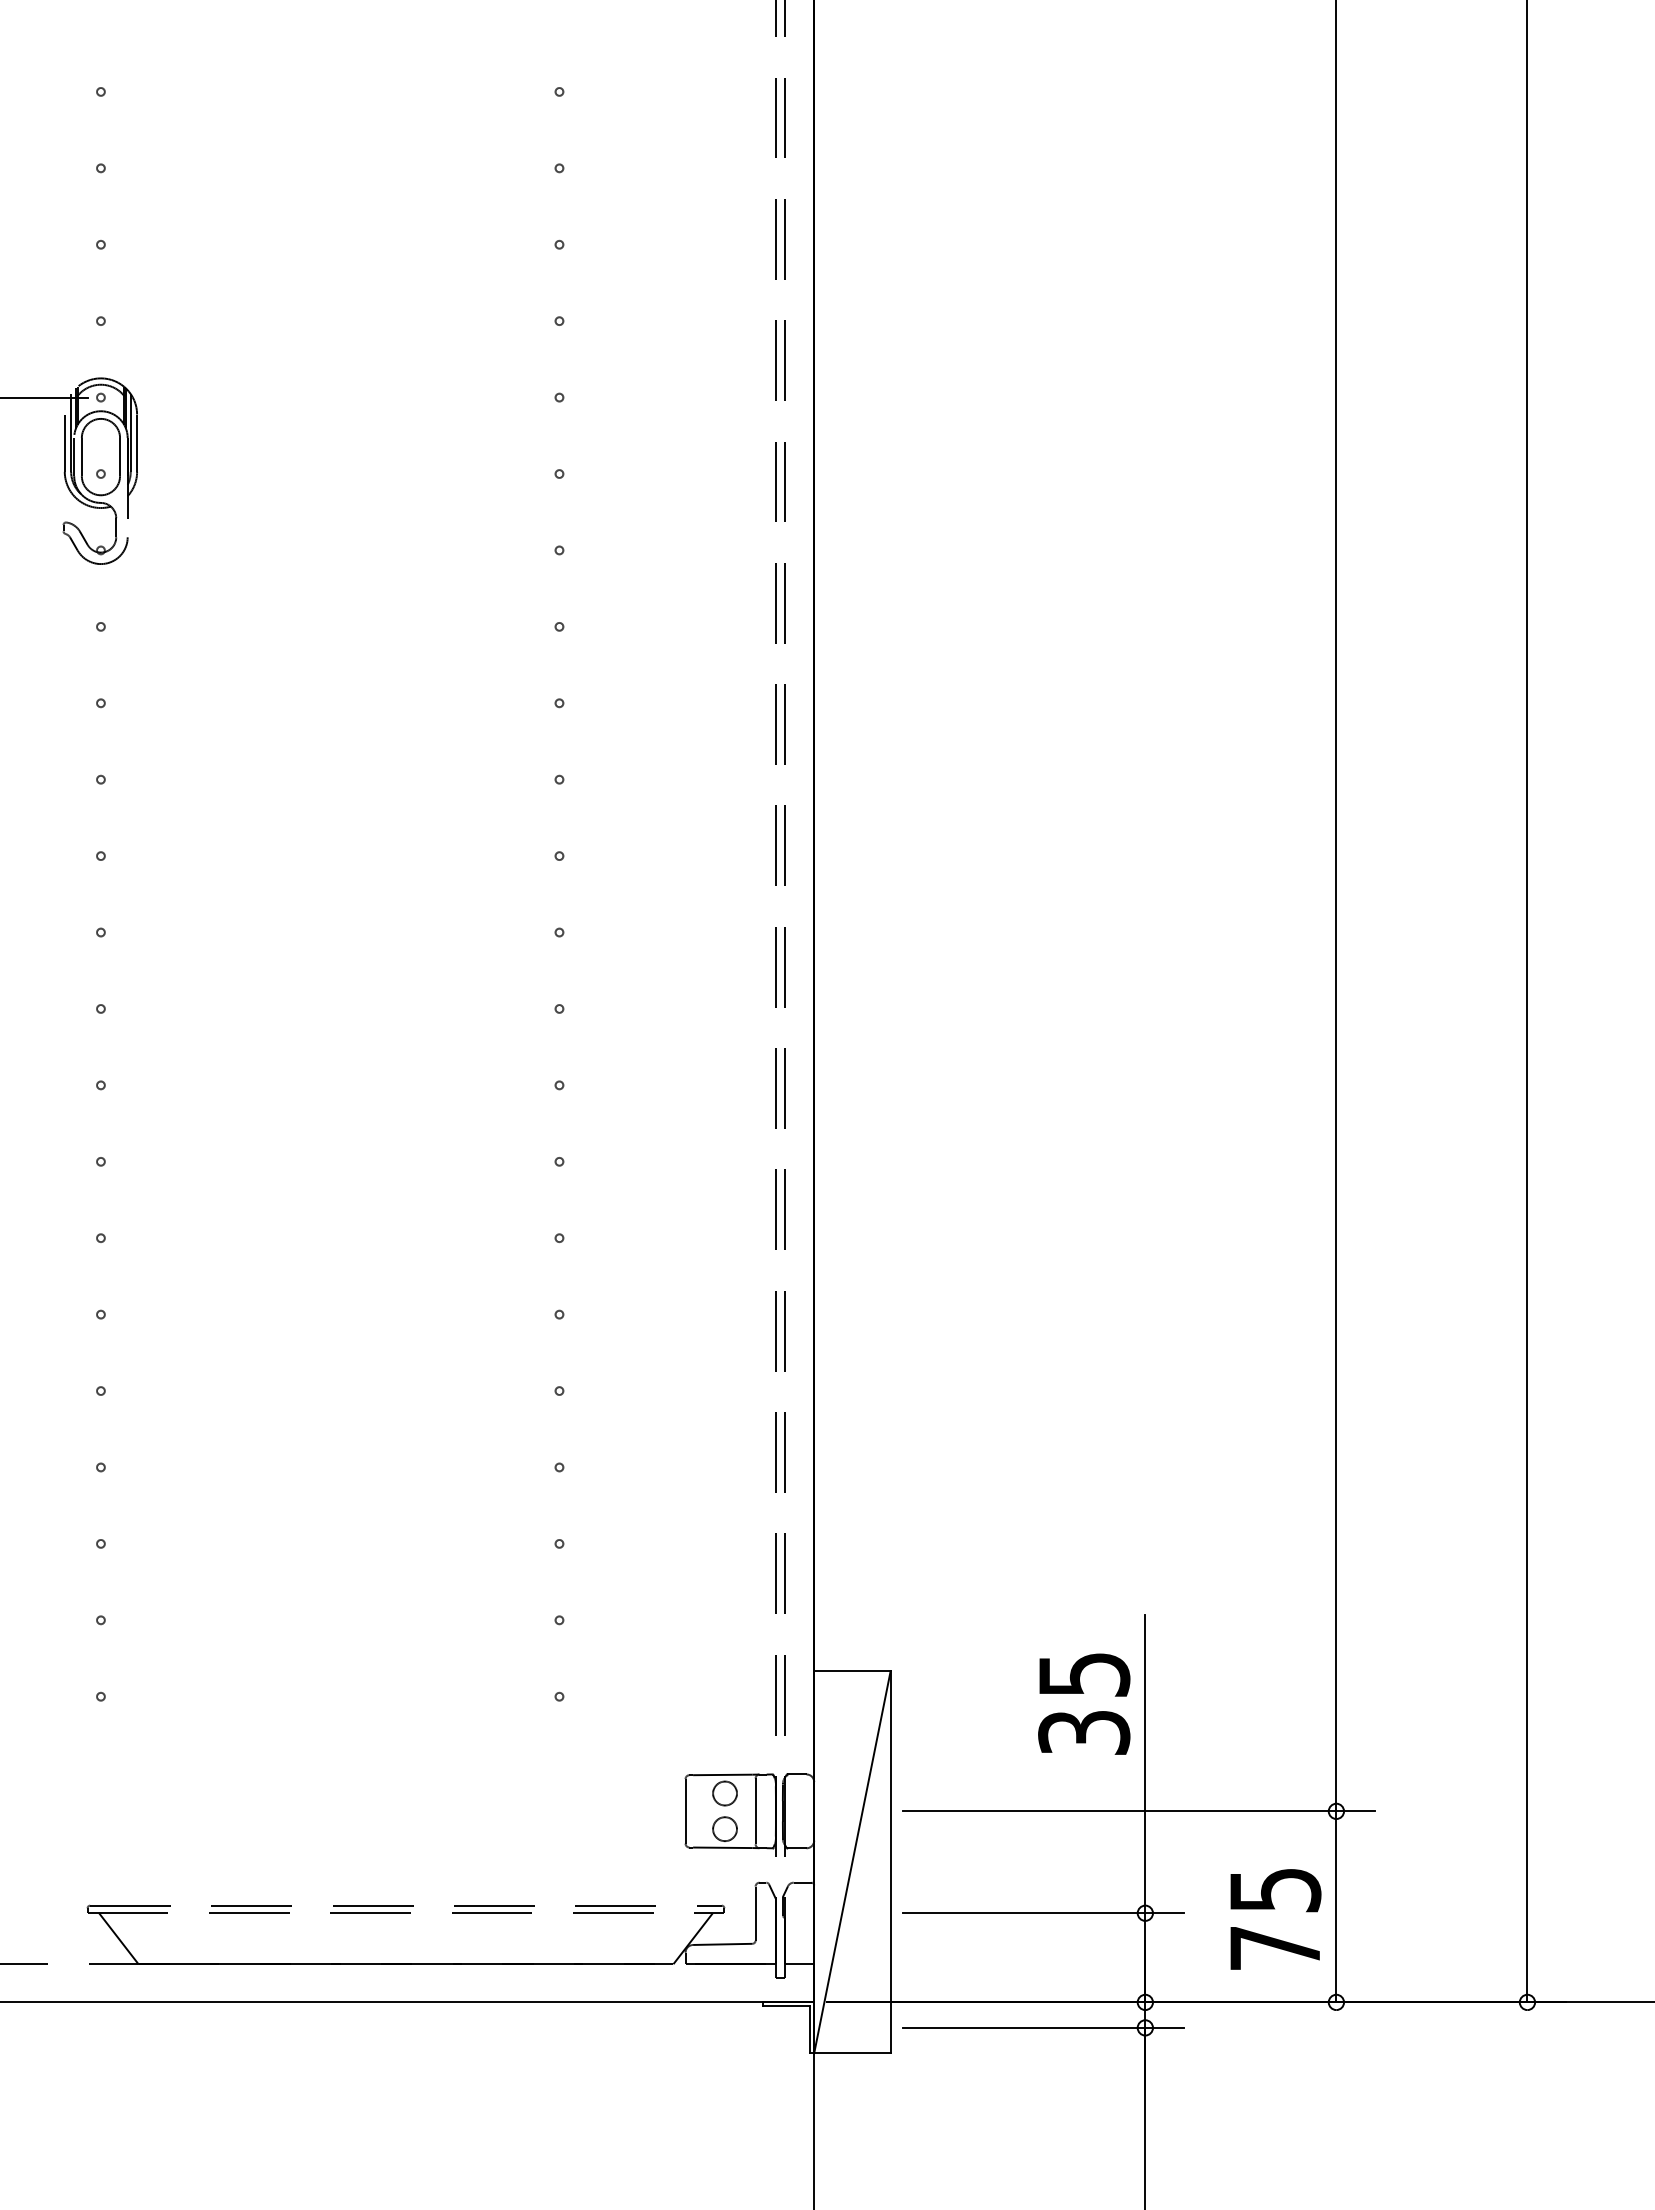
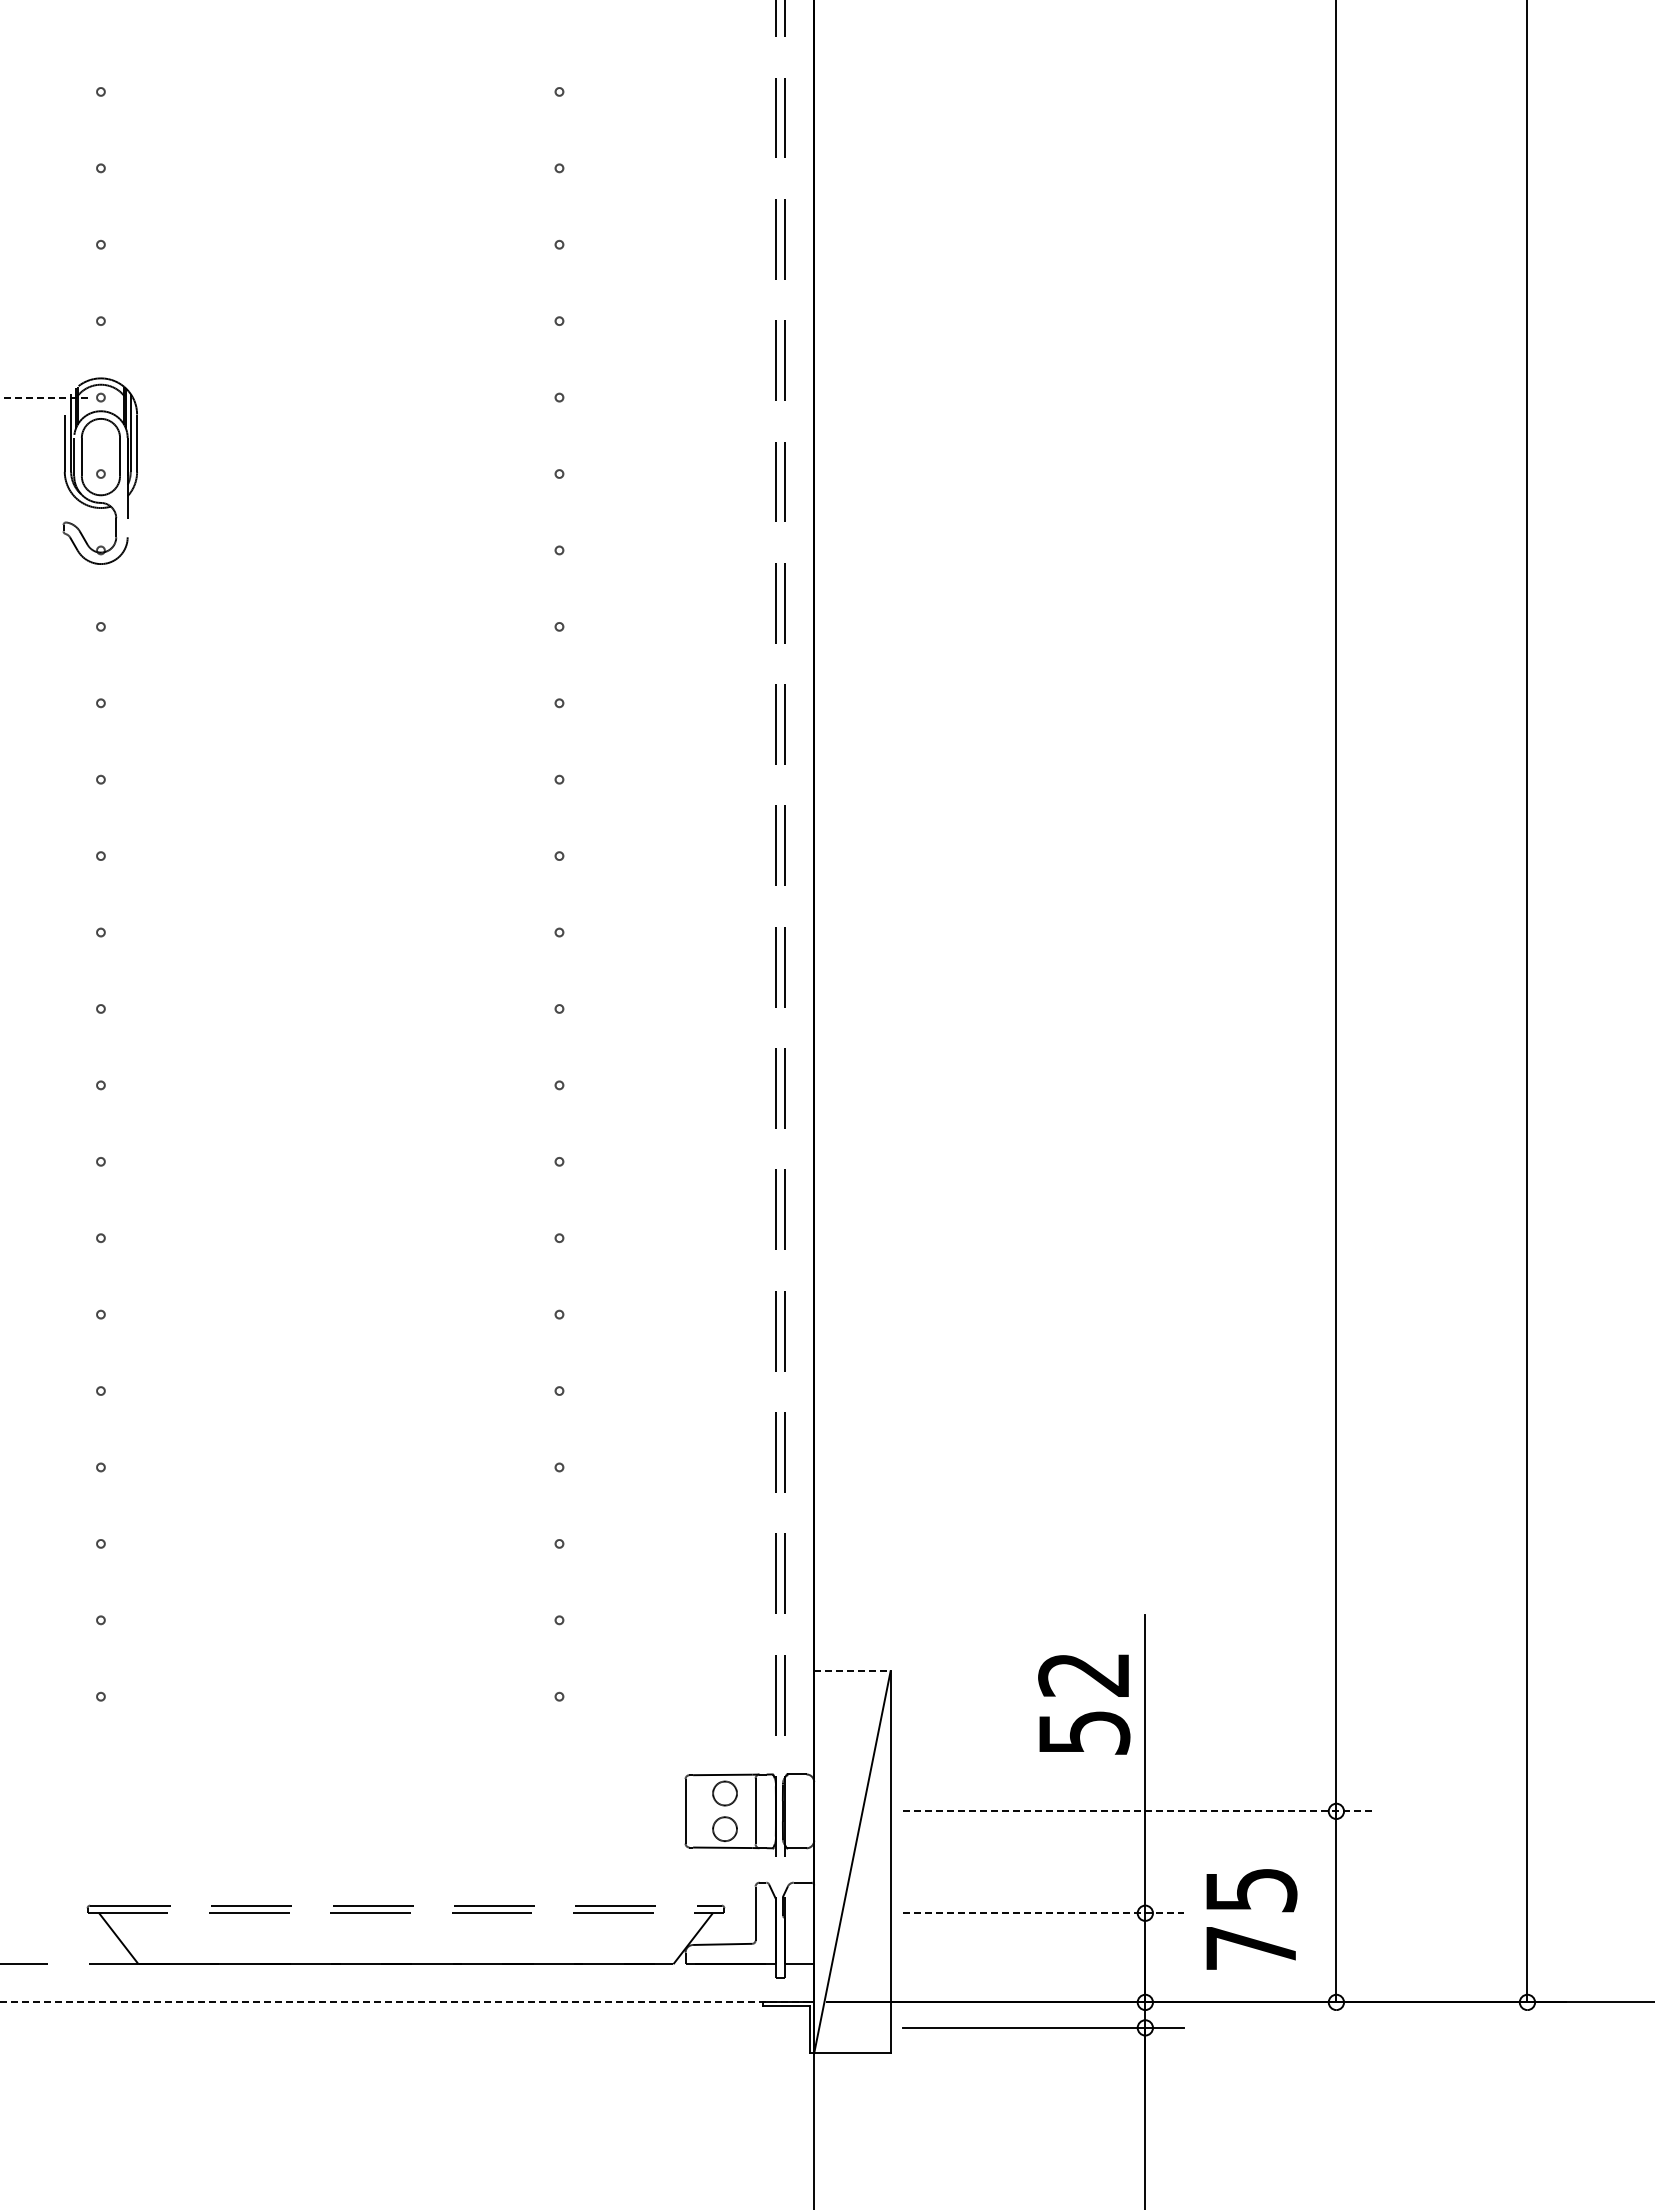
line at (44, 397): solid -> dashed
line at (852, 1671): solid -> dashed
text at (1084, 1703): 35 -> 52
line at (1138, 1811): solid -> dashed
line at (1043, 1913): solid -> dashed
text at (1275, 1919) position: (1275, 1919) -> (1251, 1919)
line at (407, 2002): solid -> dashed
